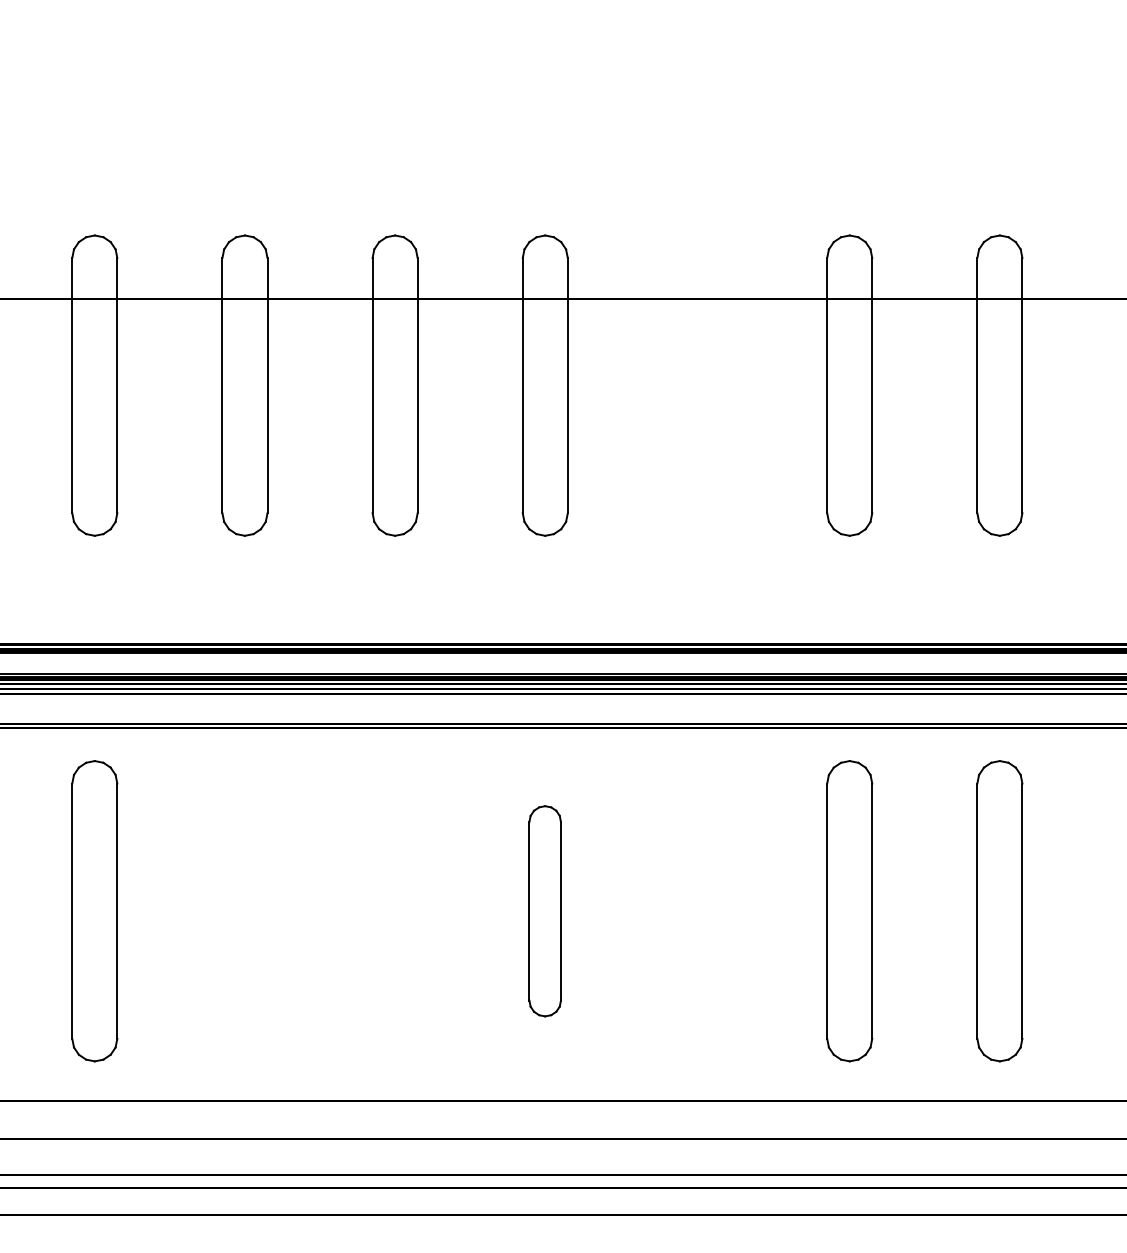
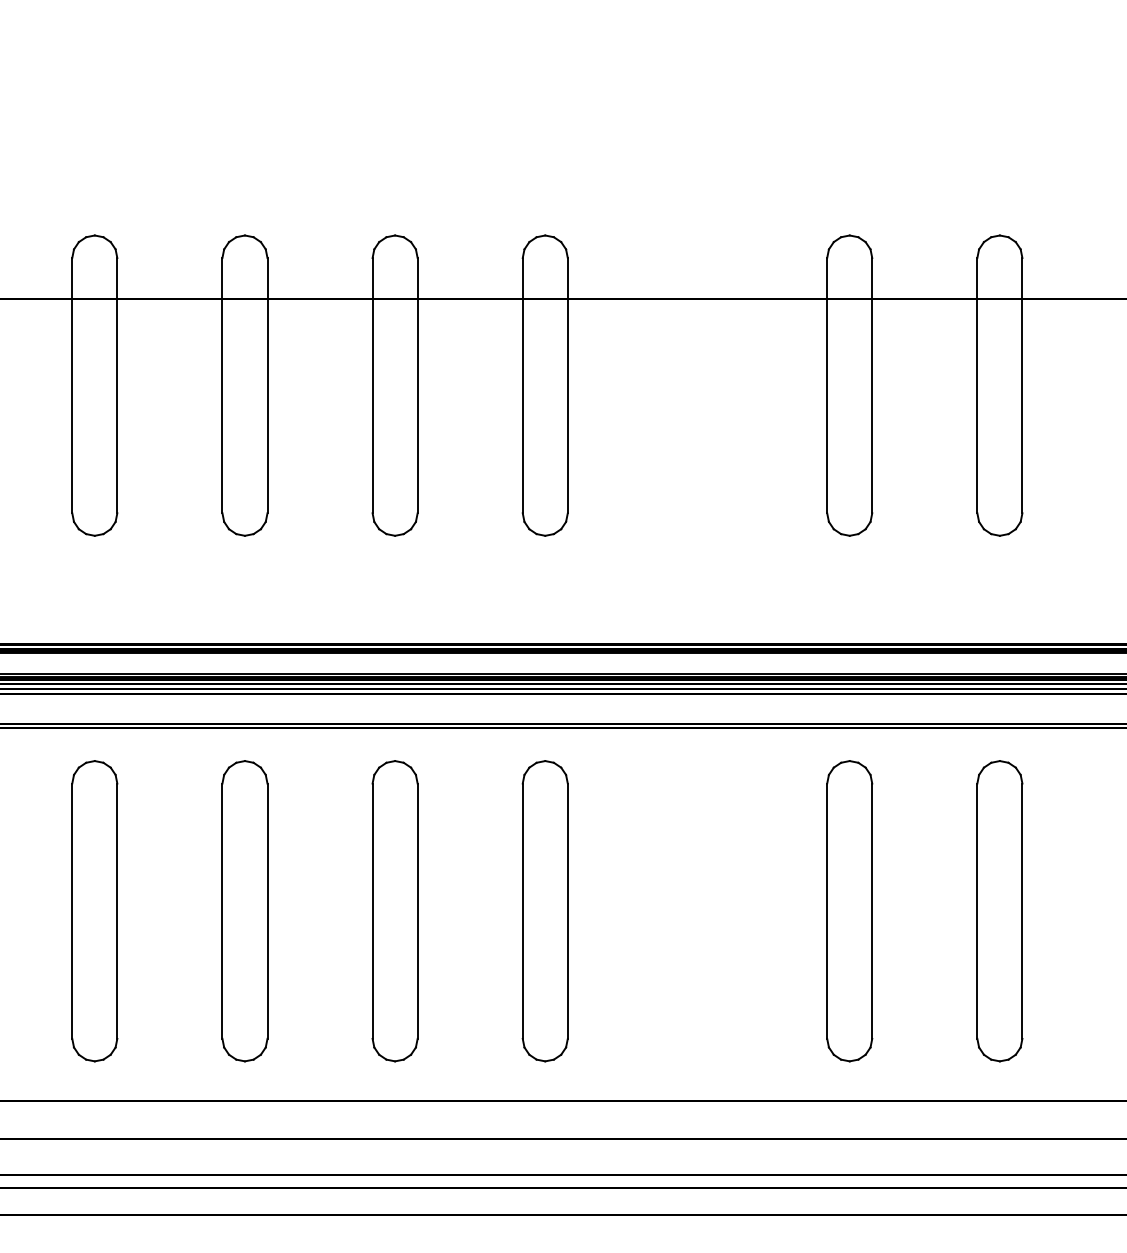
part at (244, 911): none -> present
part at (394, 911): none -> present
part at (544, 911) size: 34x213 px -> 48x303 px
